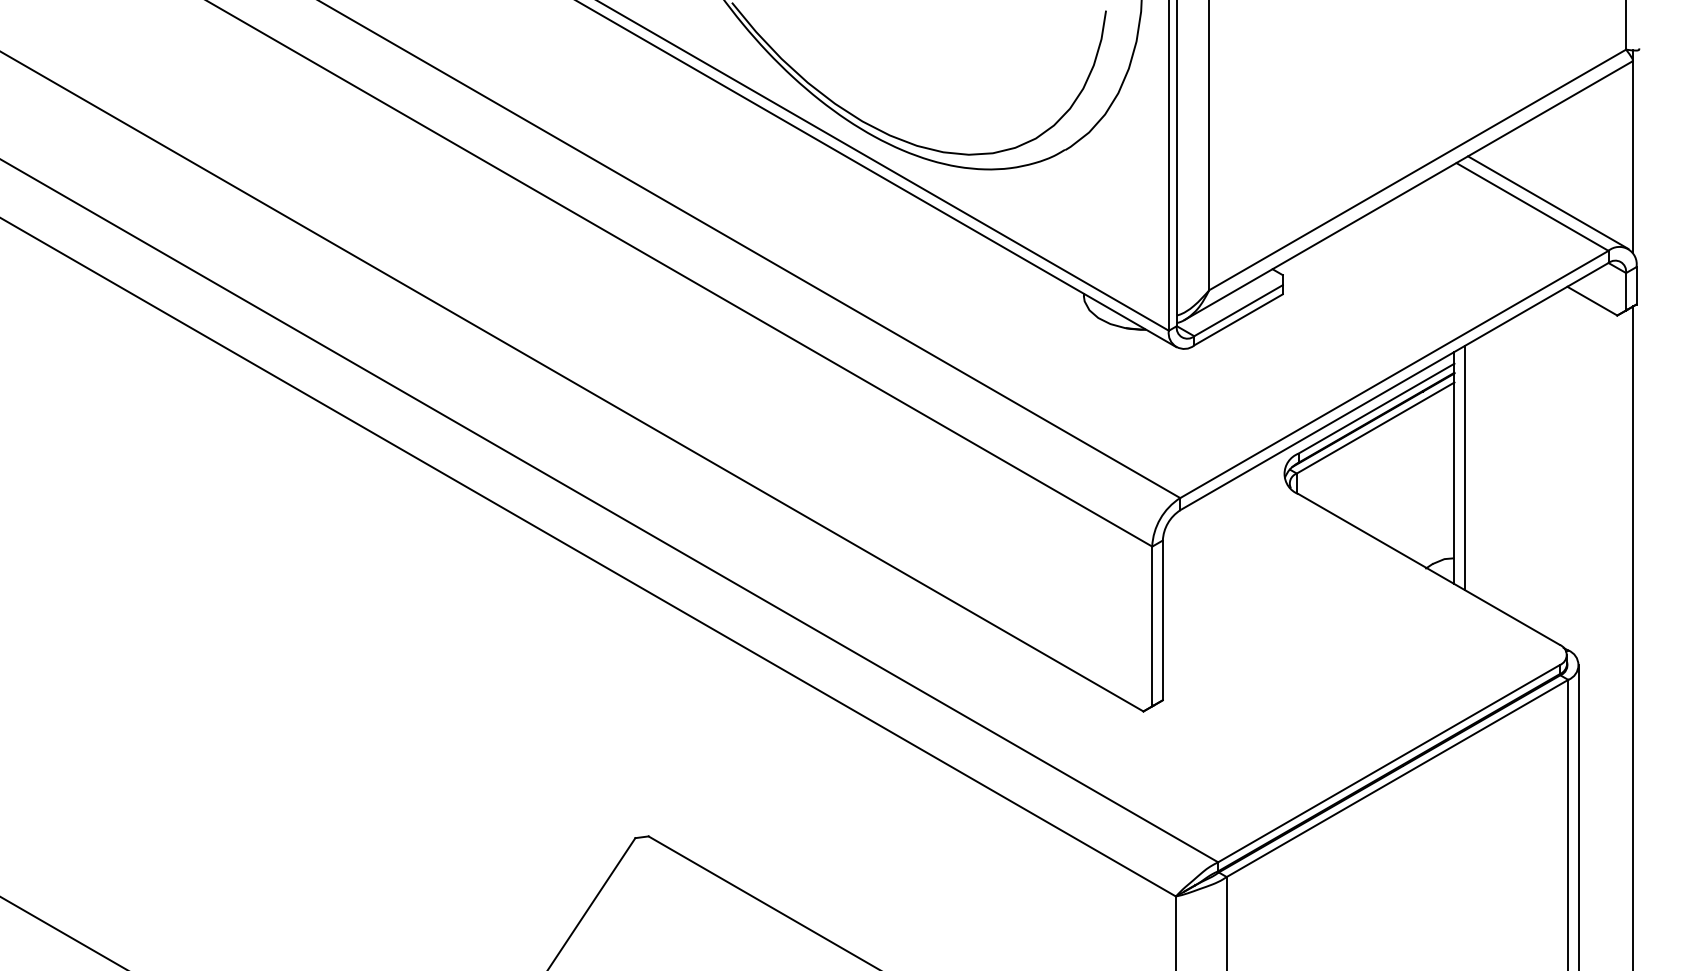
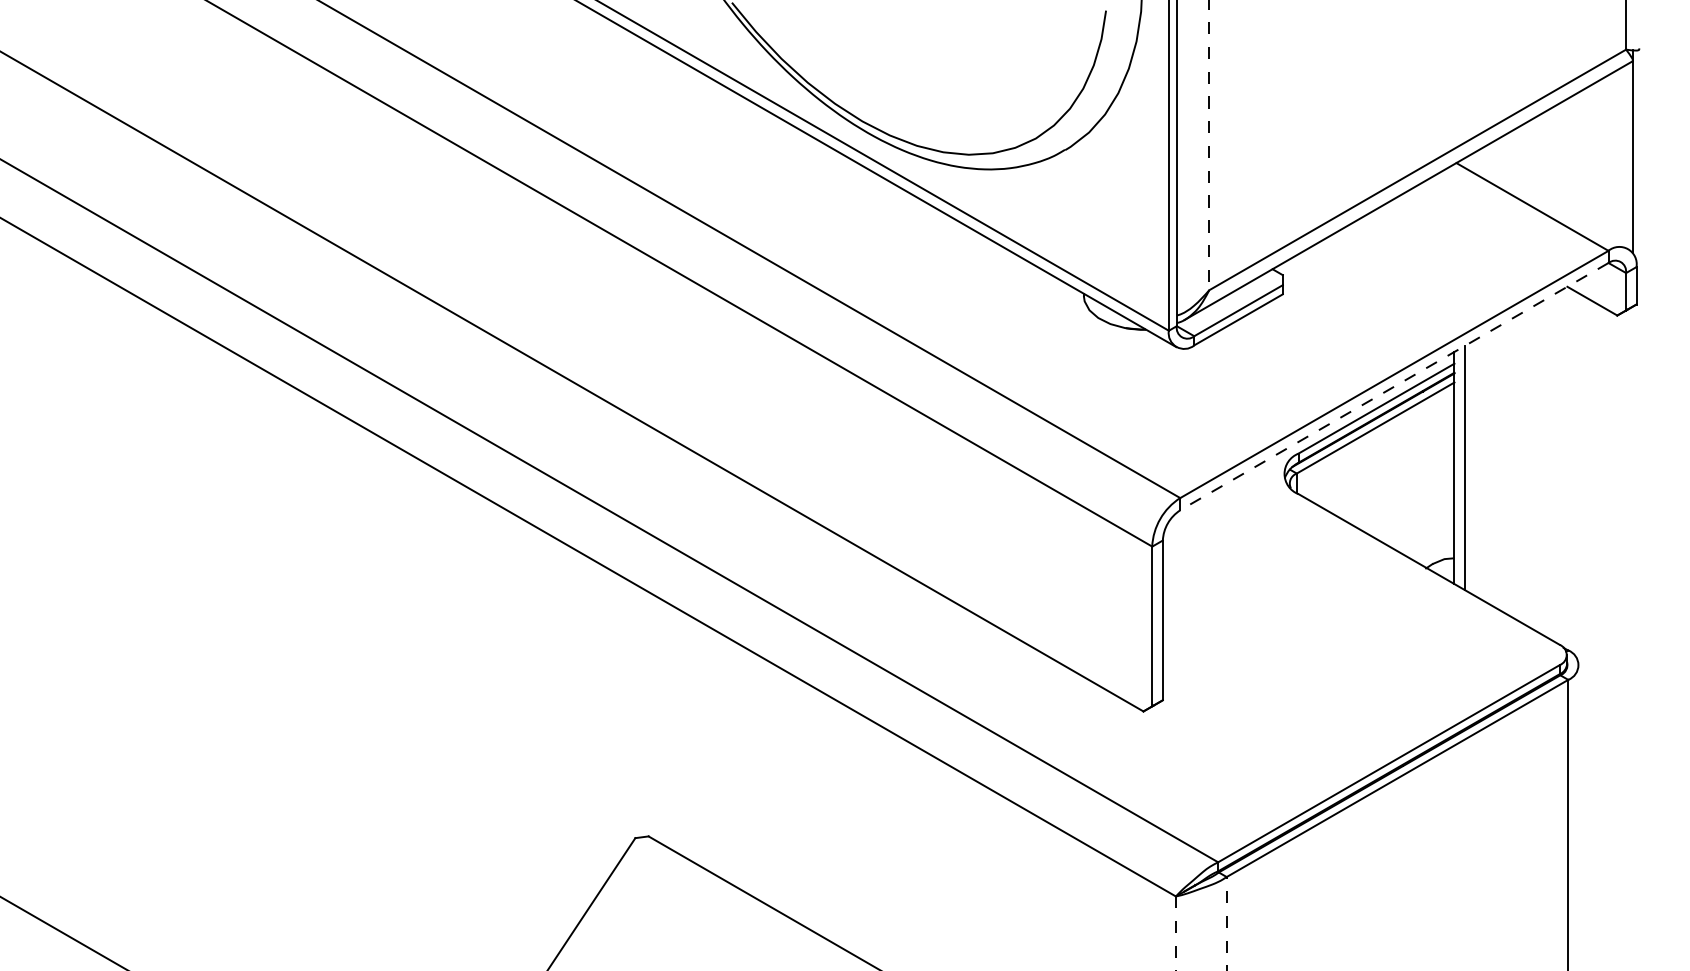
line at (1209, 145): solid -> dashed
line at (1548, 202): present -> none
line at (1393, 386): solid -> dashed
line at (1633, 636): present -> none
line at (1578, 816): present -> none
line at (1226, 923): solid -> dashed
line at (1175, 933): solid -> dashed
